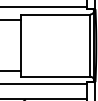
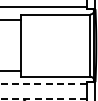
line at (44, 84): solid -> dashed
line at (42, 99): solid -> dashed
